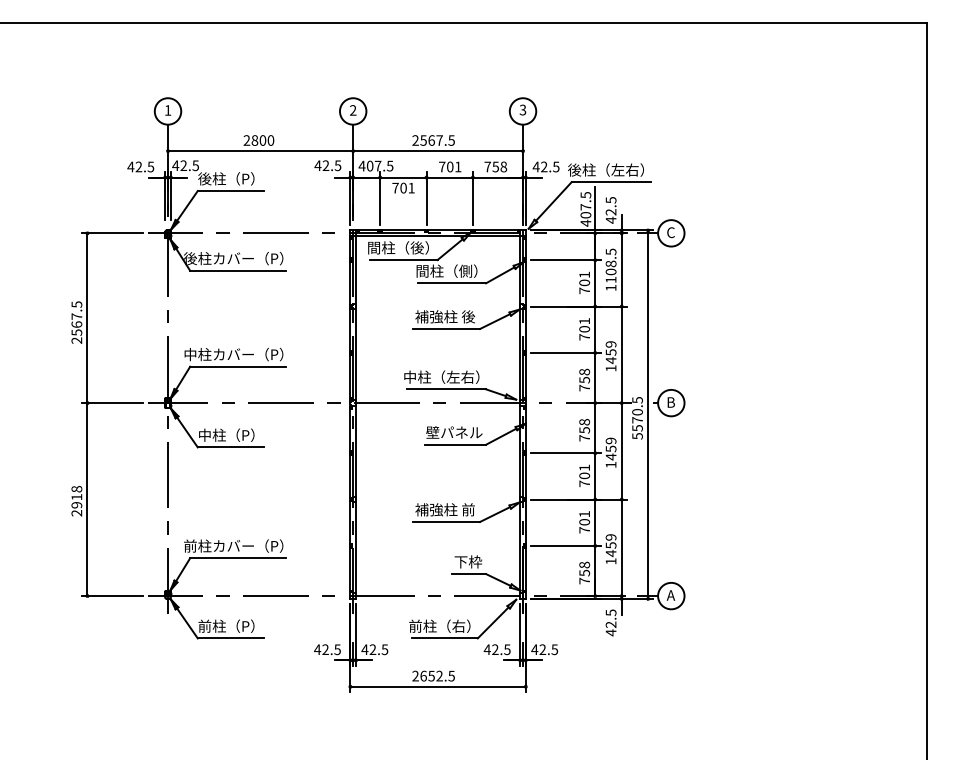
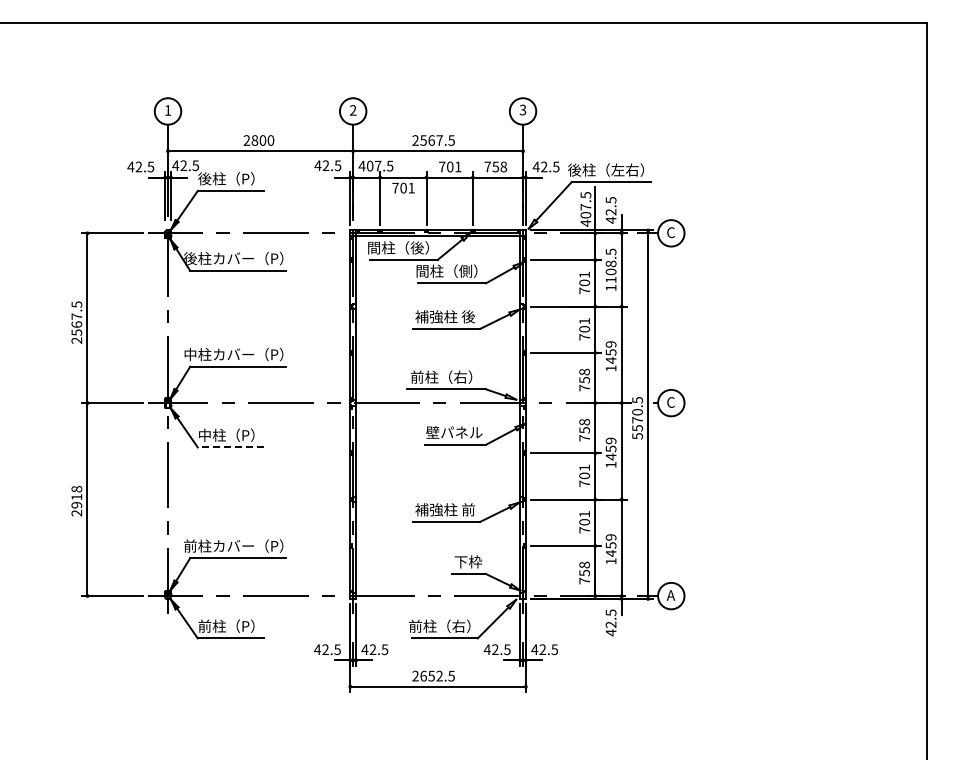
text at (441, 376): 中柱（左右） -> 前柱（右）
text at (670, 402): B -> C
line at (230, 447): solid -> dashed
